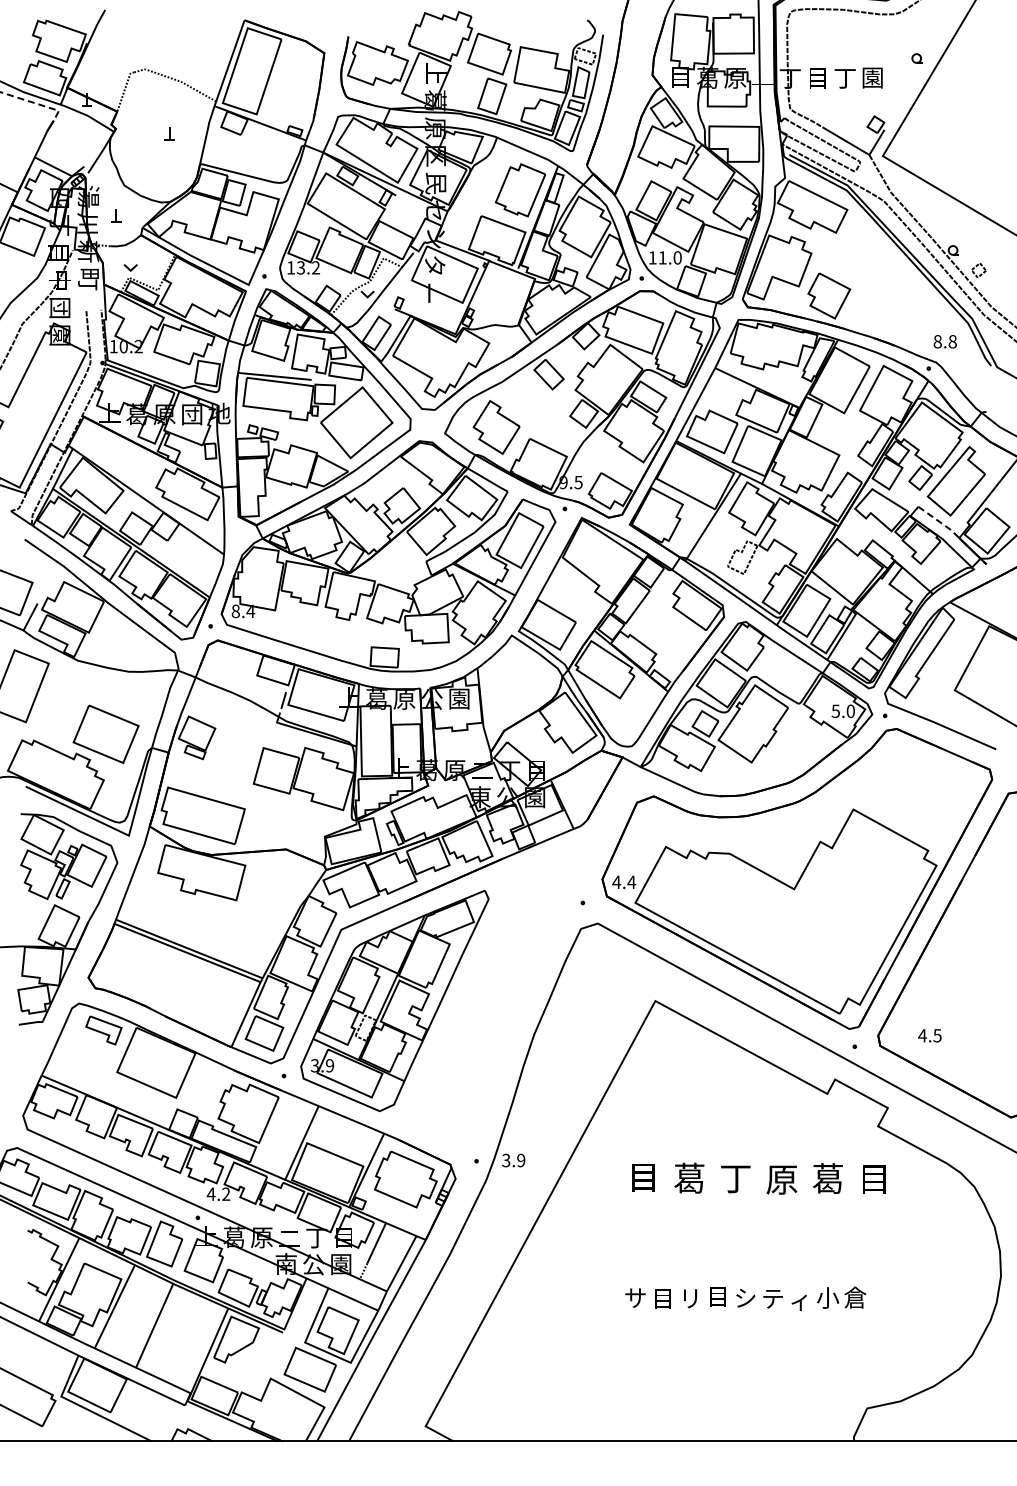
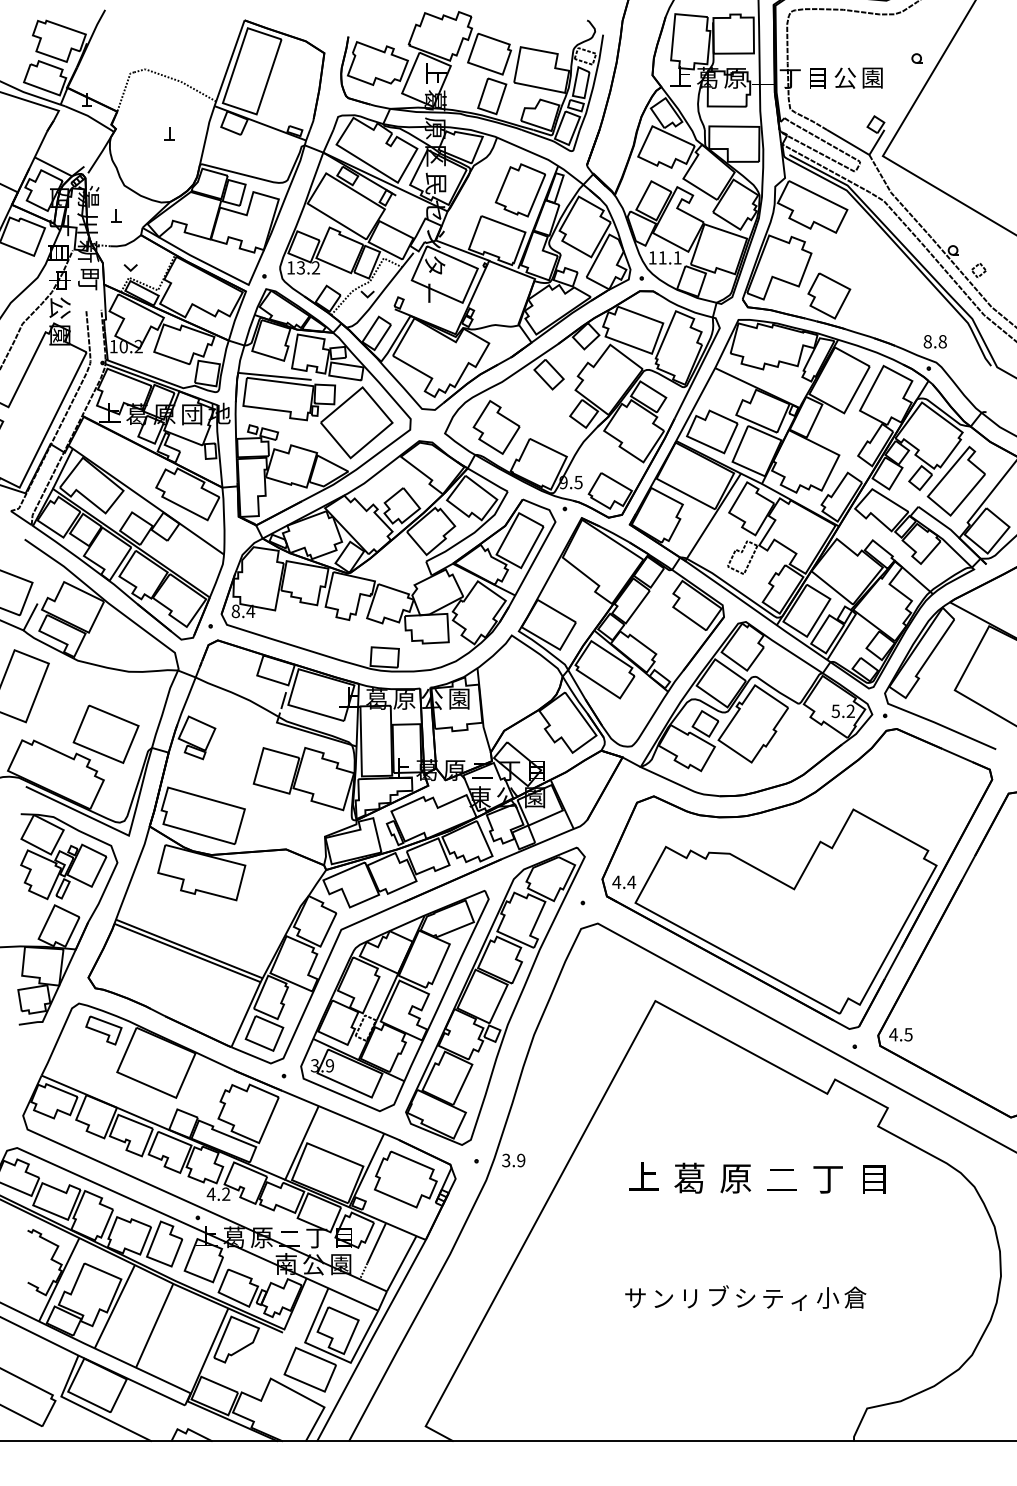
text at (680, 76): 目 -> 上
text at (844, 77): 丁 -> 公
line at (36, 103): dashed -> solid
text at (677, 257): 11.0 -> 11.1
text at (59, 307): 団 -> 公
text at (944, 341) position: (944, 341) -> (934, 341)
line at (940, 522): dashed -> solid
text at (850, 711): 5.0 -> 5.2
part at (495, 995): none -> present
text at (929, 1035) position: (929, 1035) -> (900, 1034)
text at (643, 1176): 目 -> 上
text at (735, 1178): 丁 -> 原
text at (827, 1178): 葛 -> 丁
text at (781, 1179): 原 -> 二
text at (718, 1295): 目 -> ブ
text at (663, 1298): 目 -> ン
